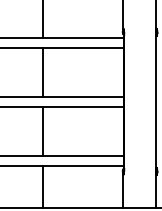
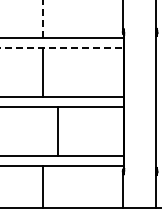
line at (42, 19): solid -> dashed
line at (62, 47): solid -> dashed
line at (42, 130) position: (42, 130) -> (57, 130)
